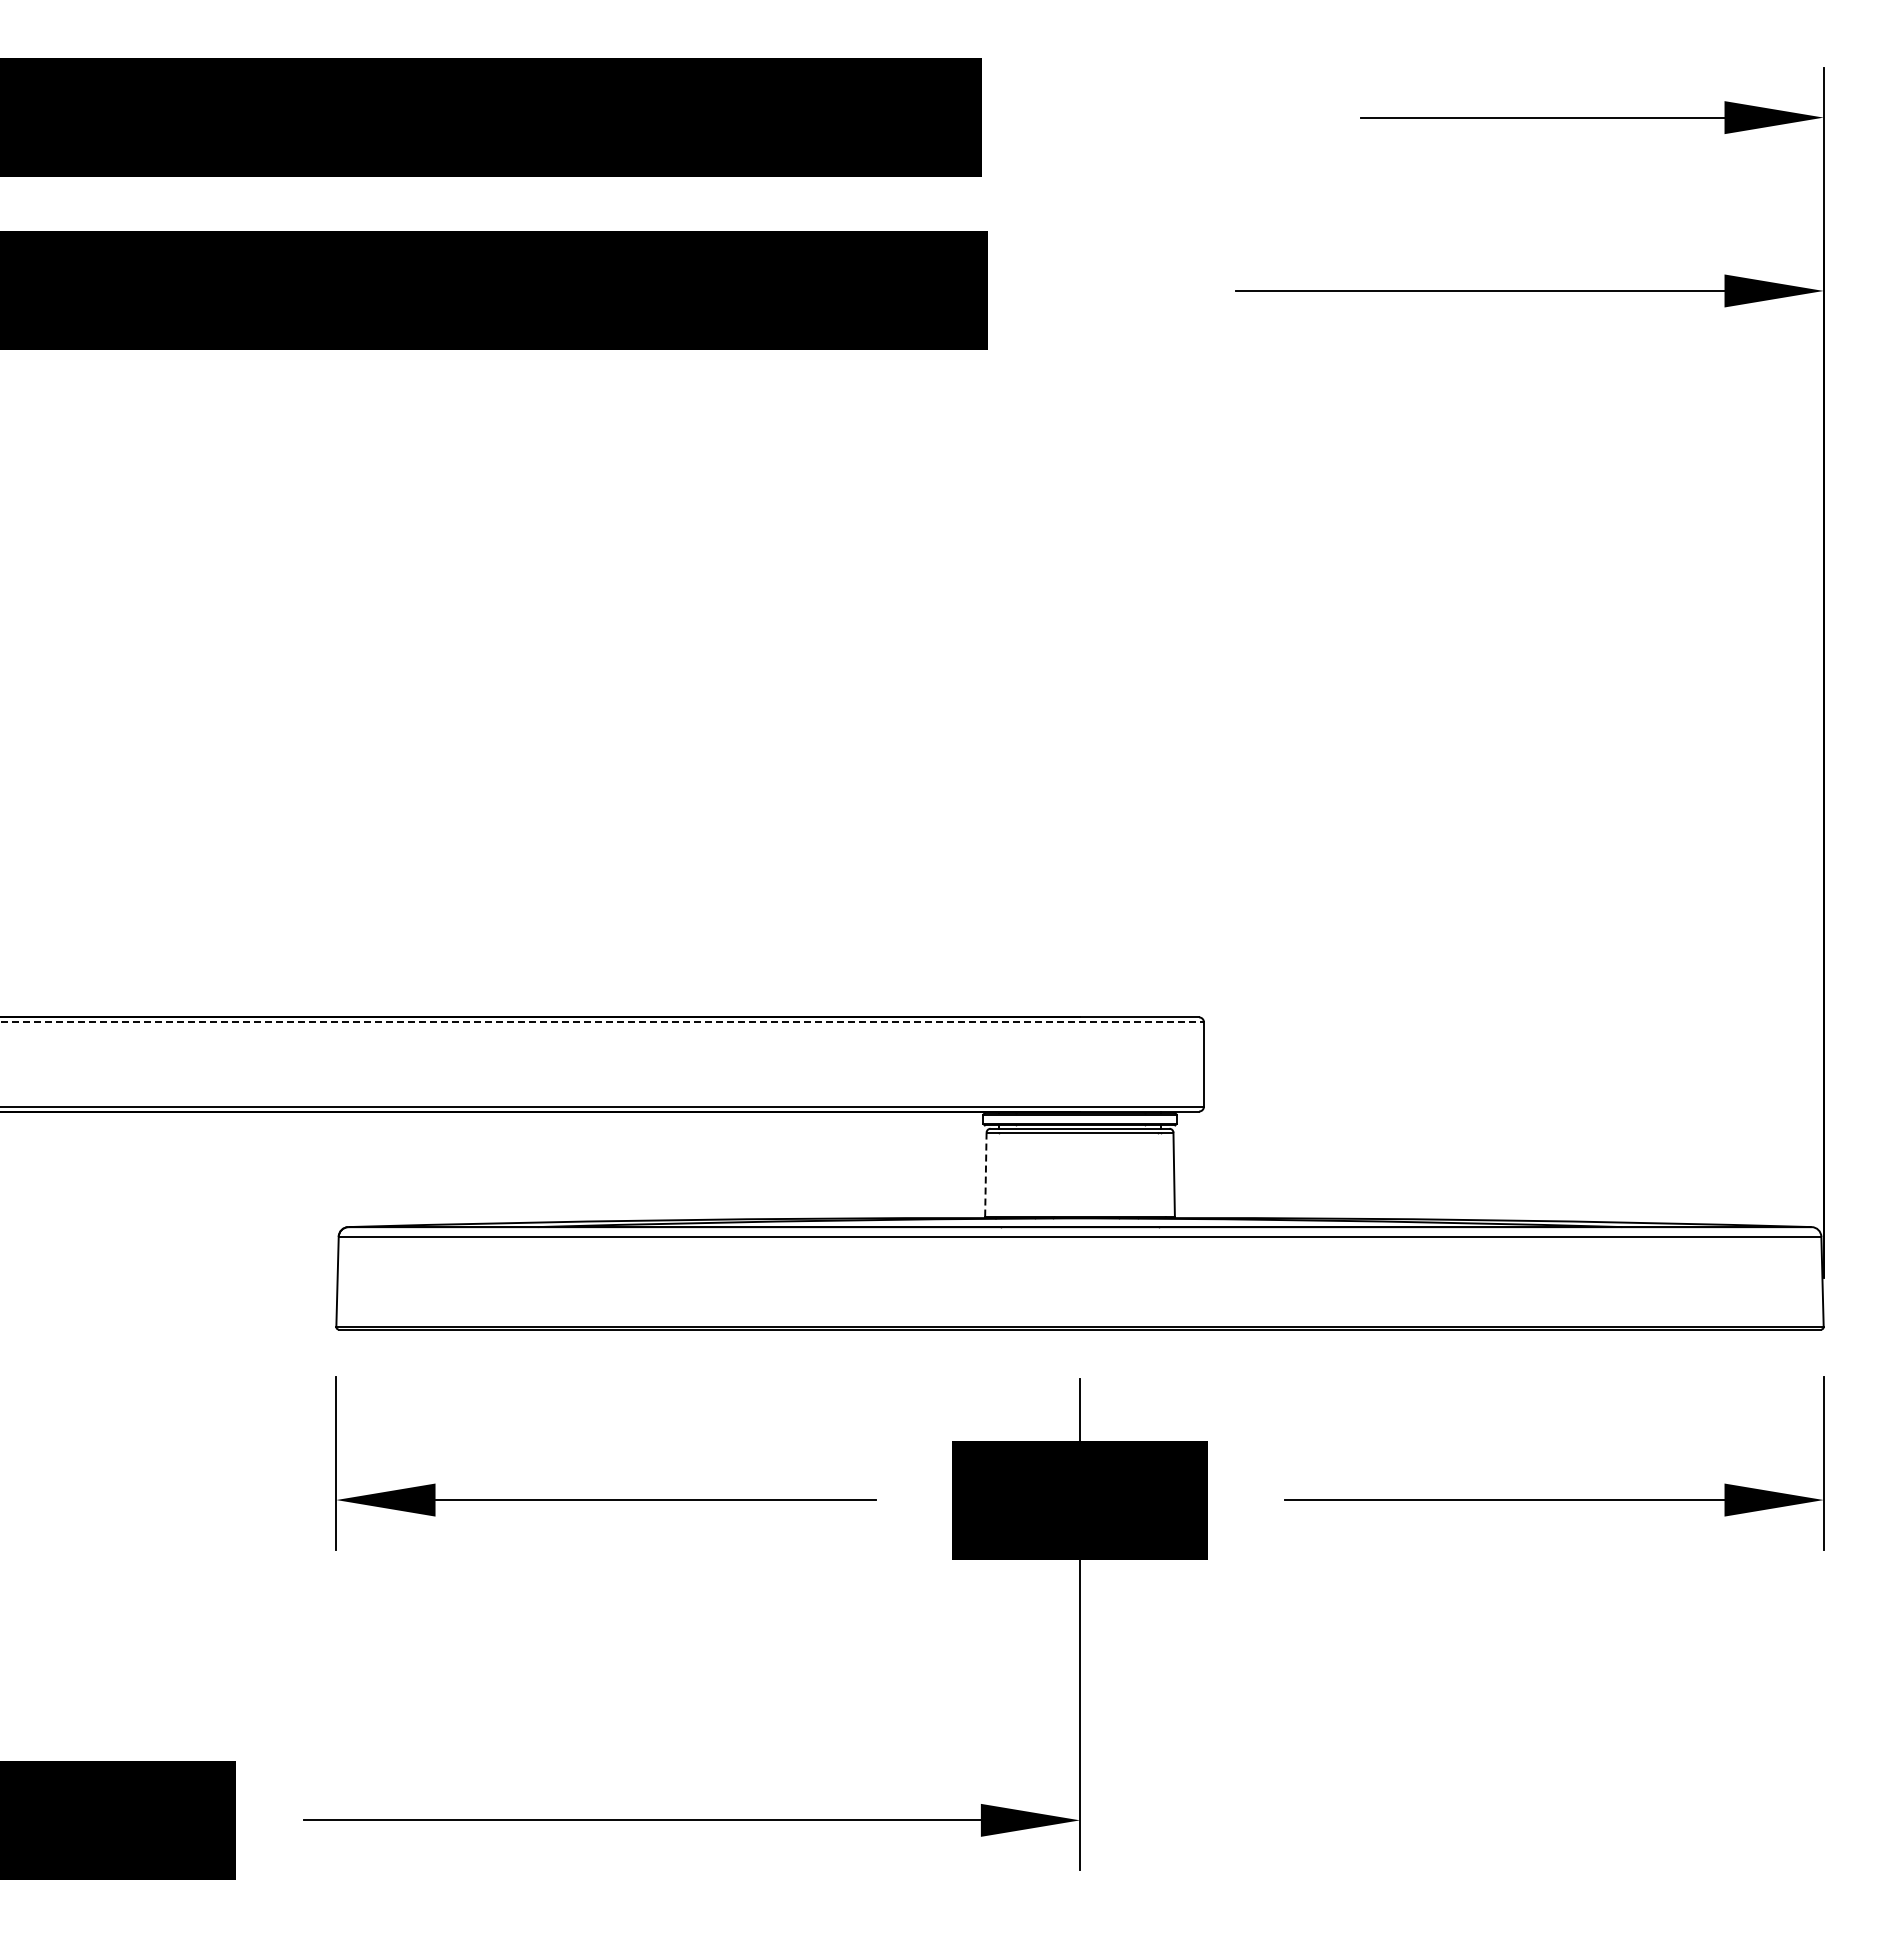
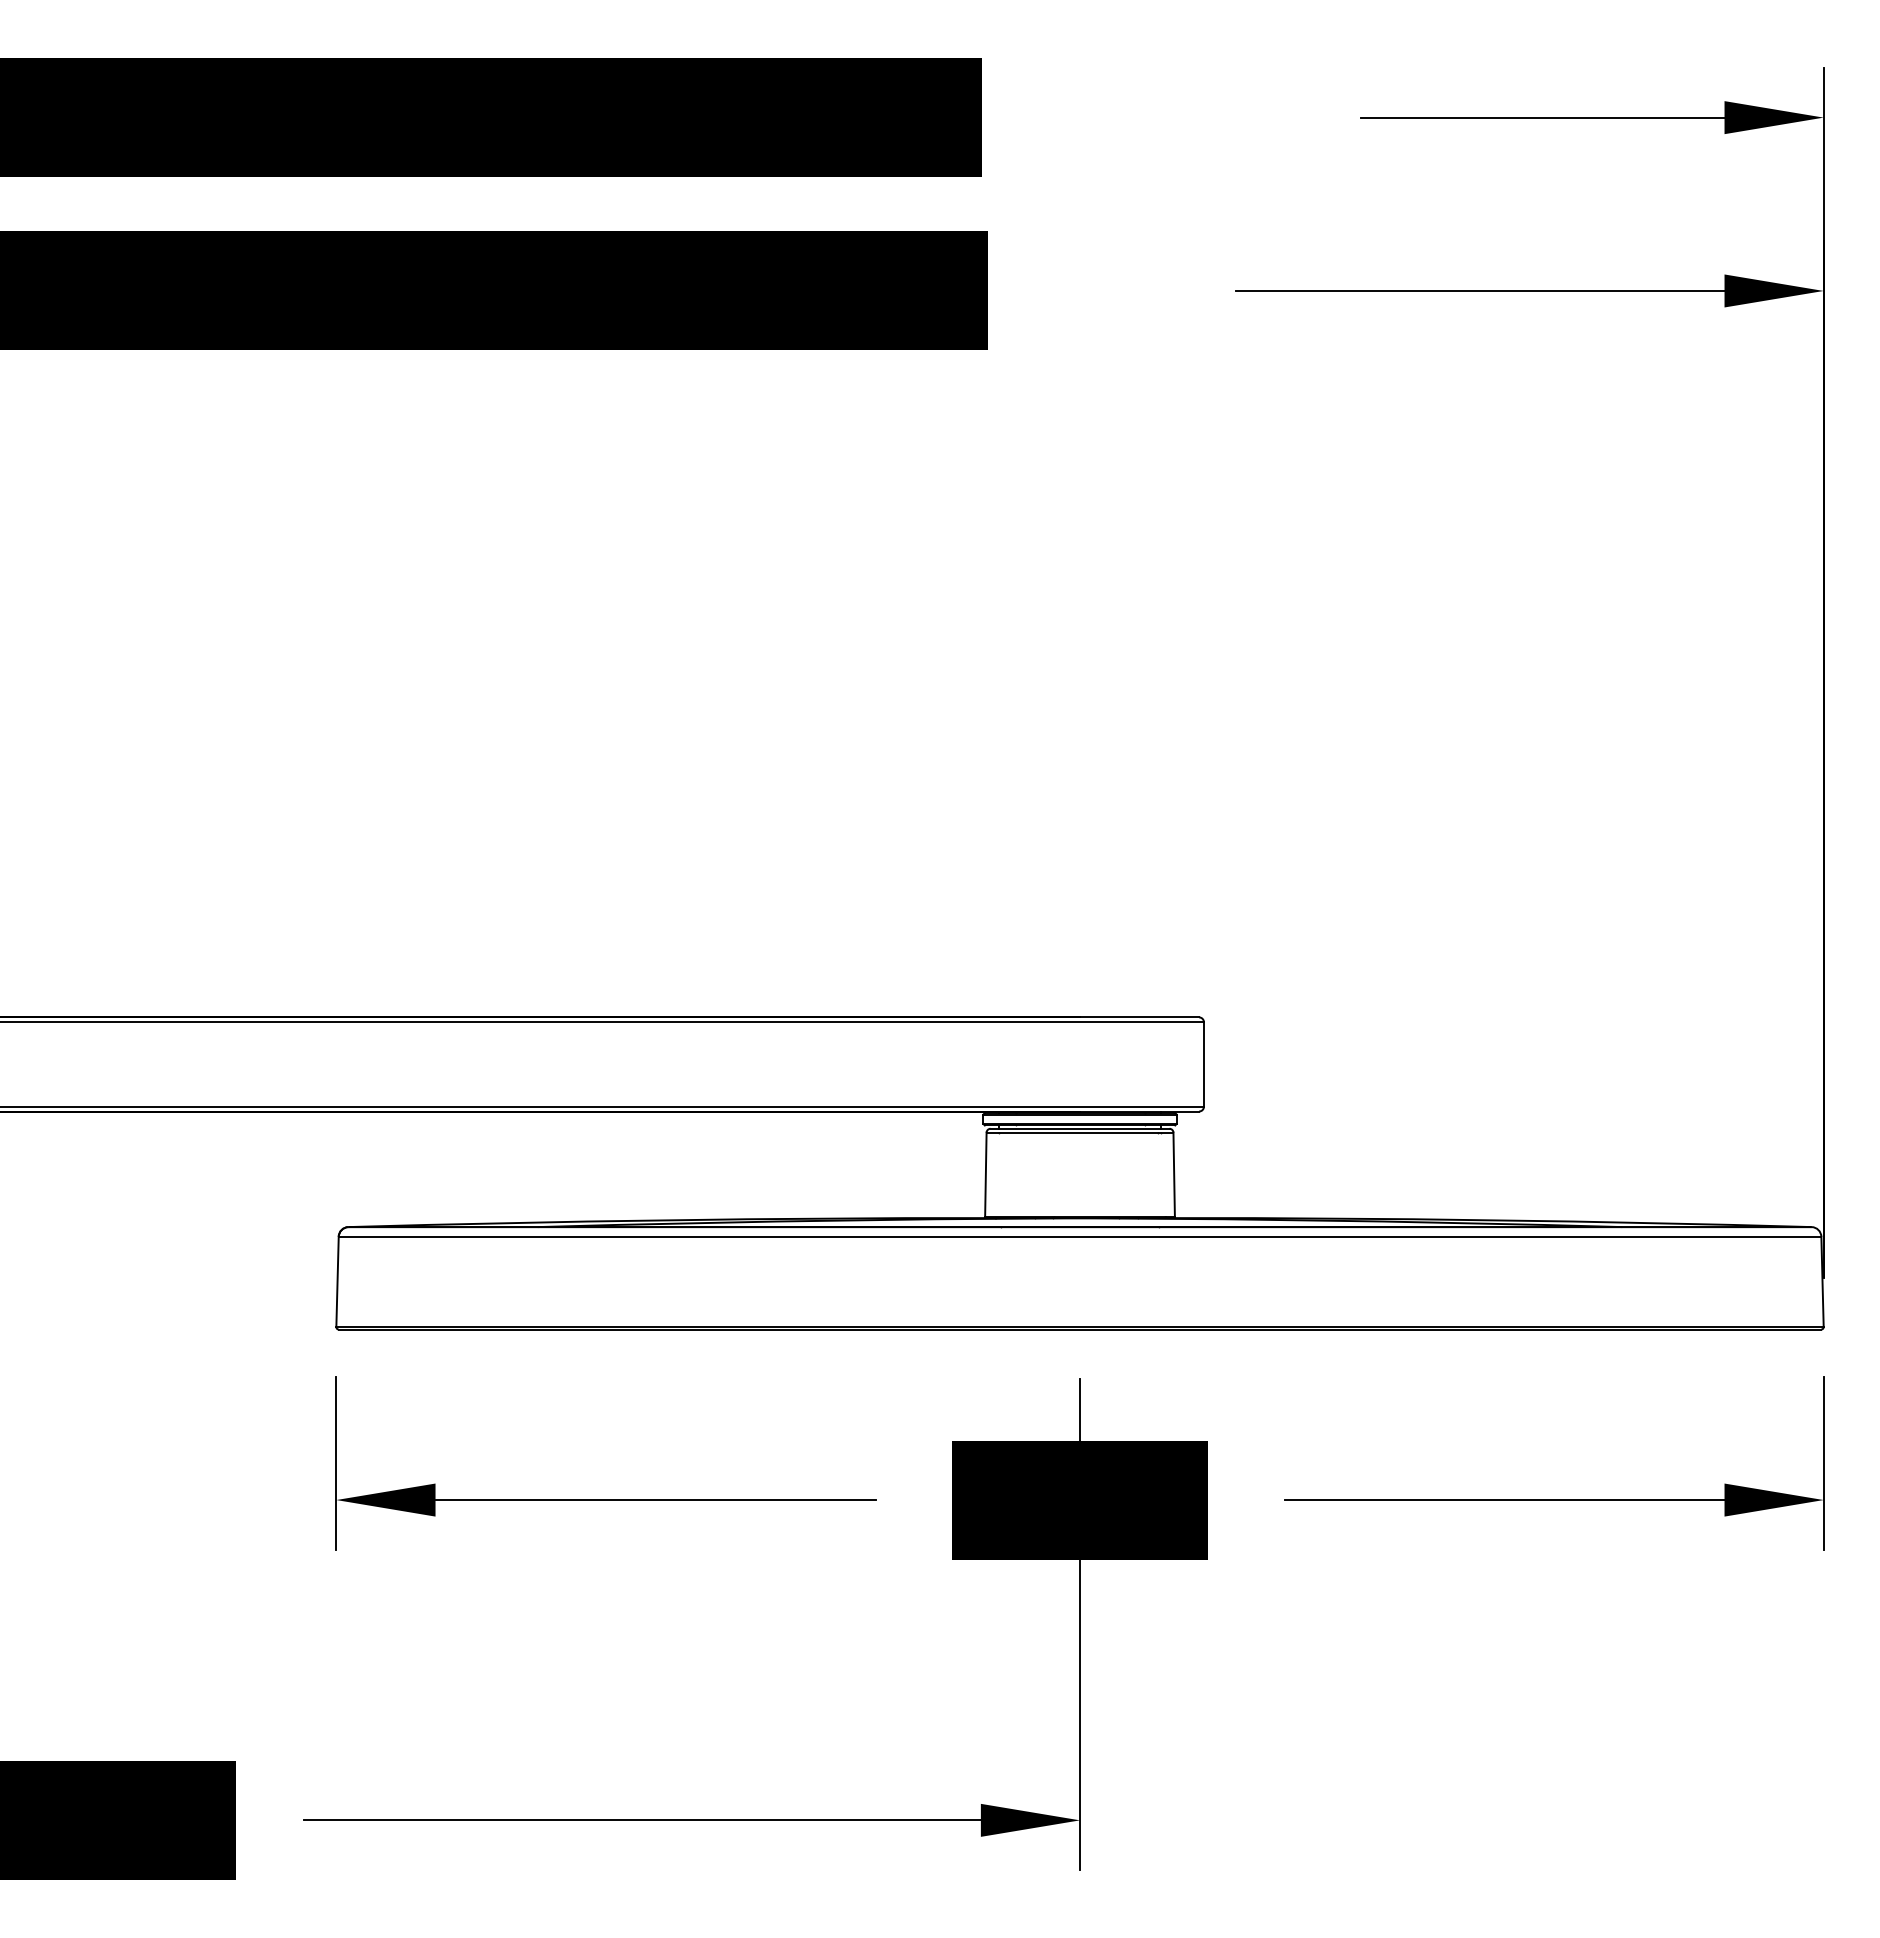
line at (602, 1022): dashed -> solid
line at (985, 1174): dashed -> solid
